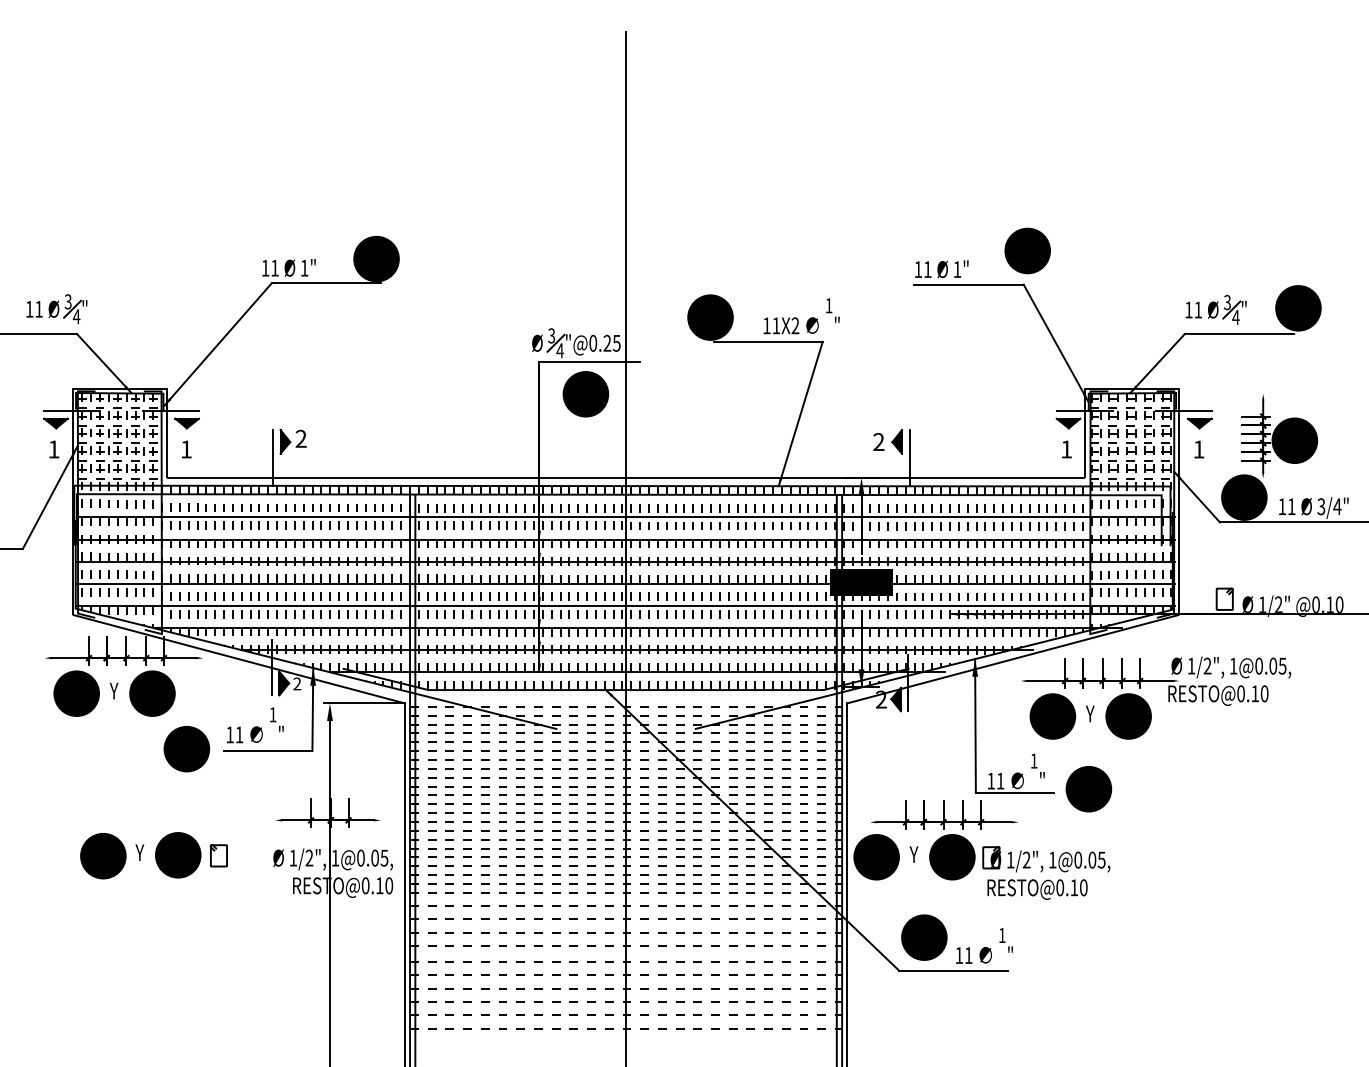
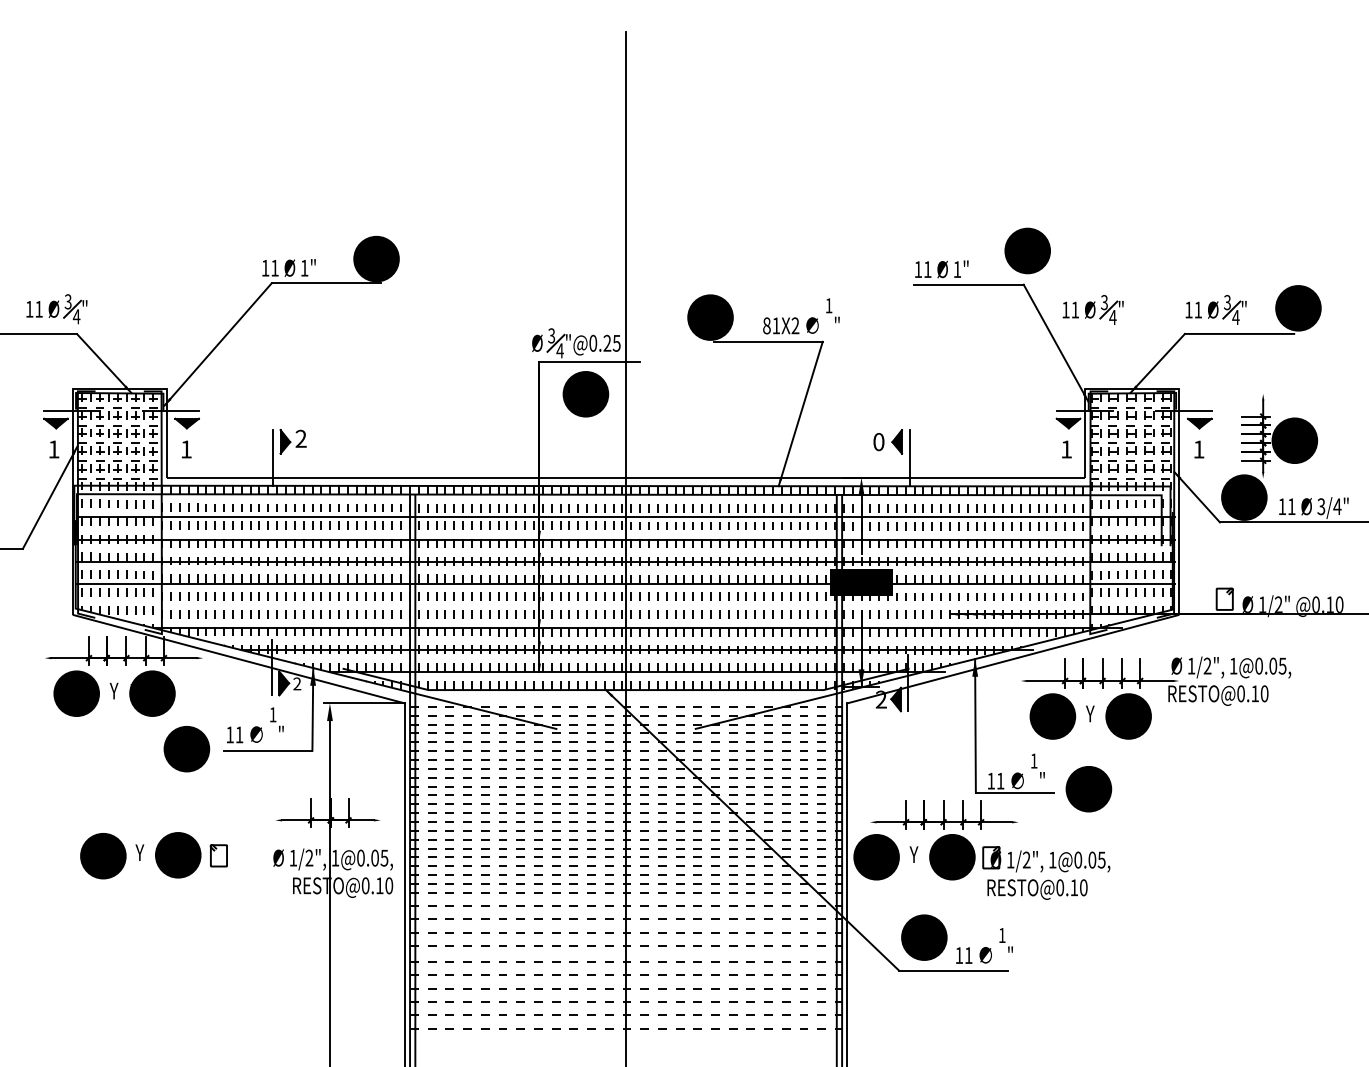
part at (1092, 309): none -> present
text at (766, 325): 11X2 -> 81X2
text at (878, 442): 2 -> 0
line at (625, 605): present -> none
